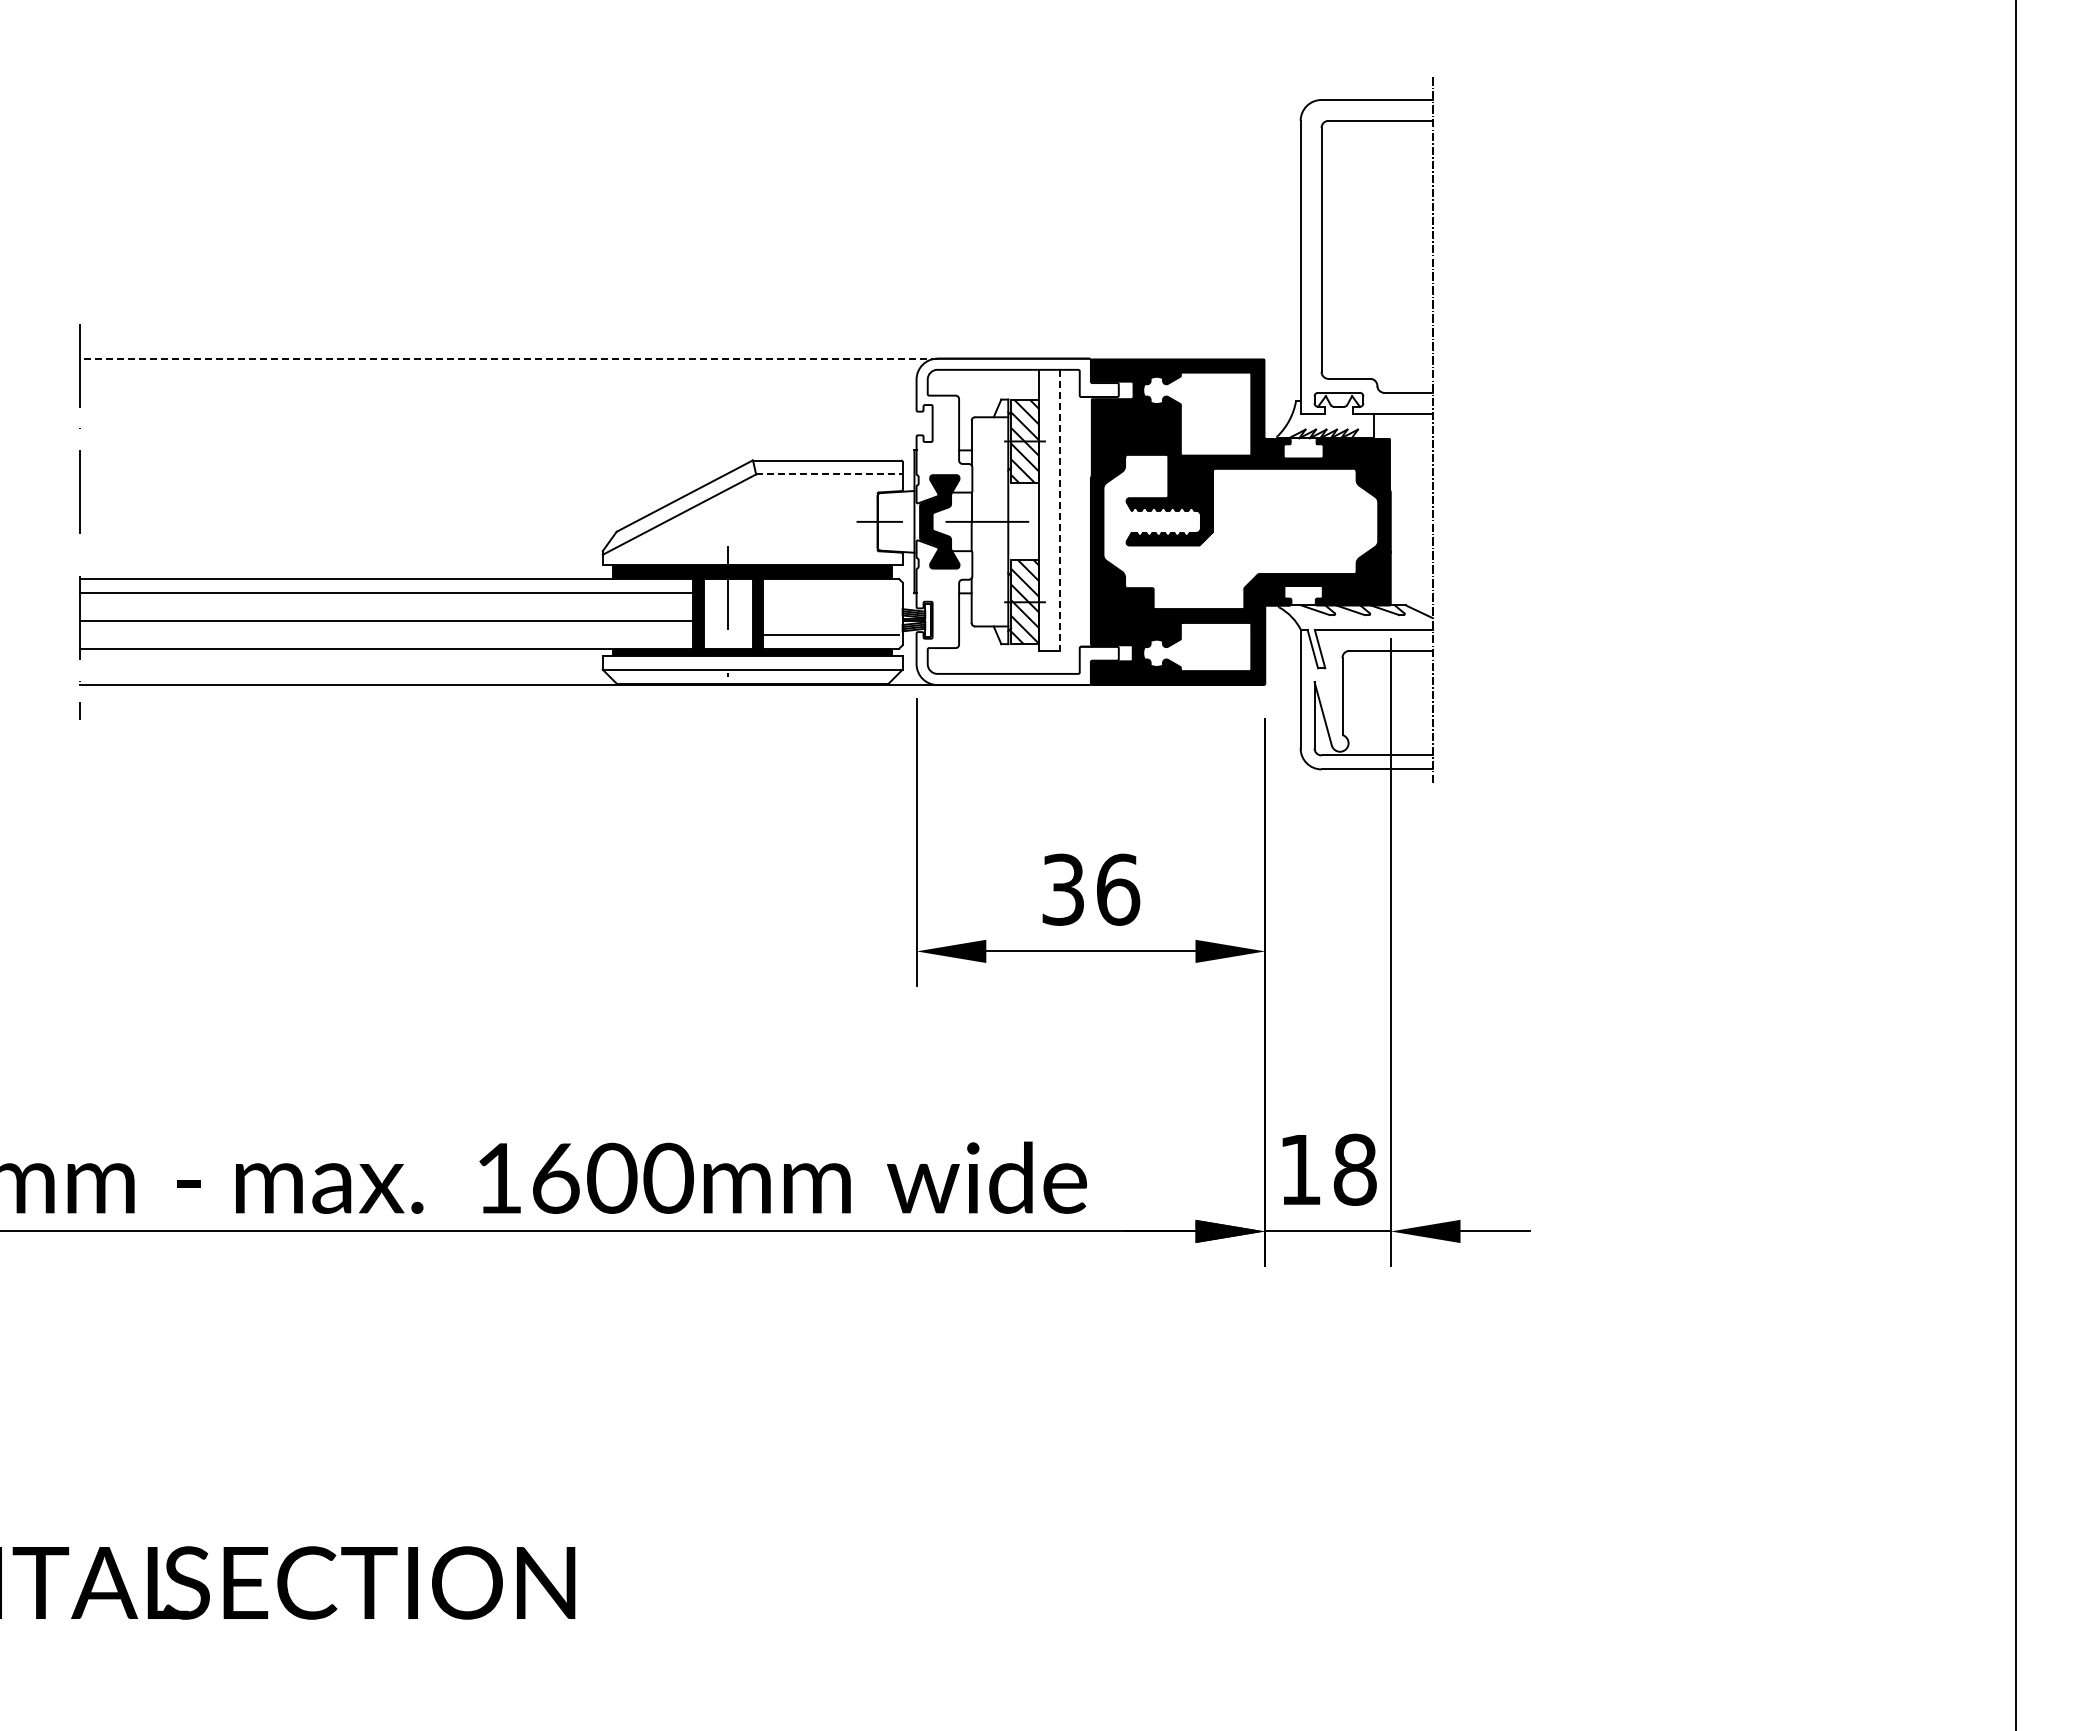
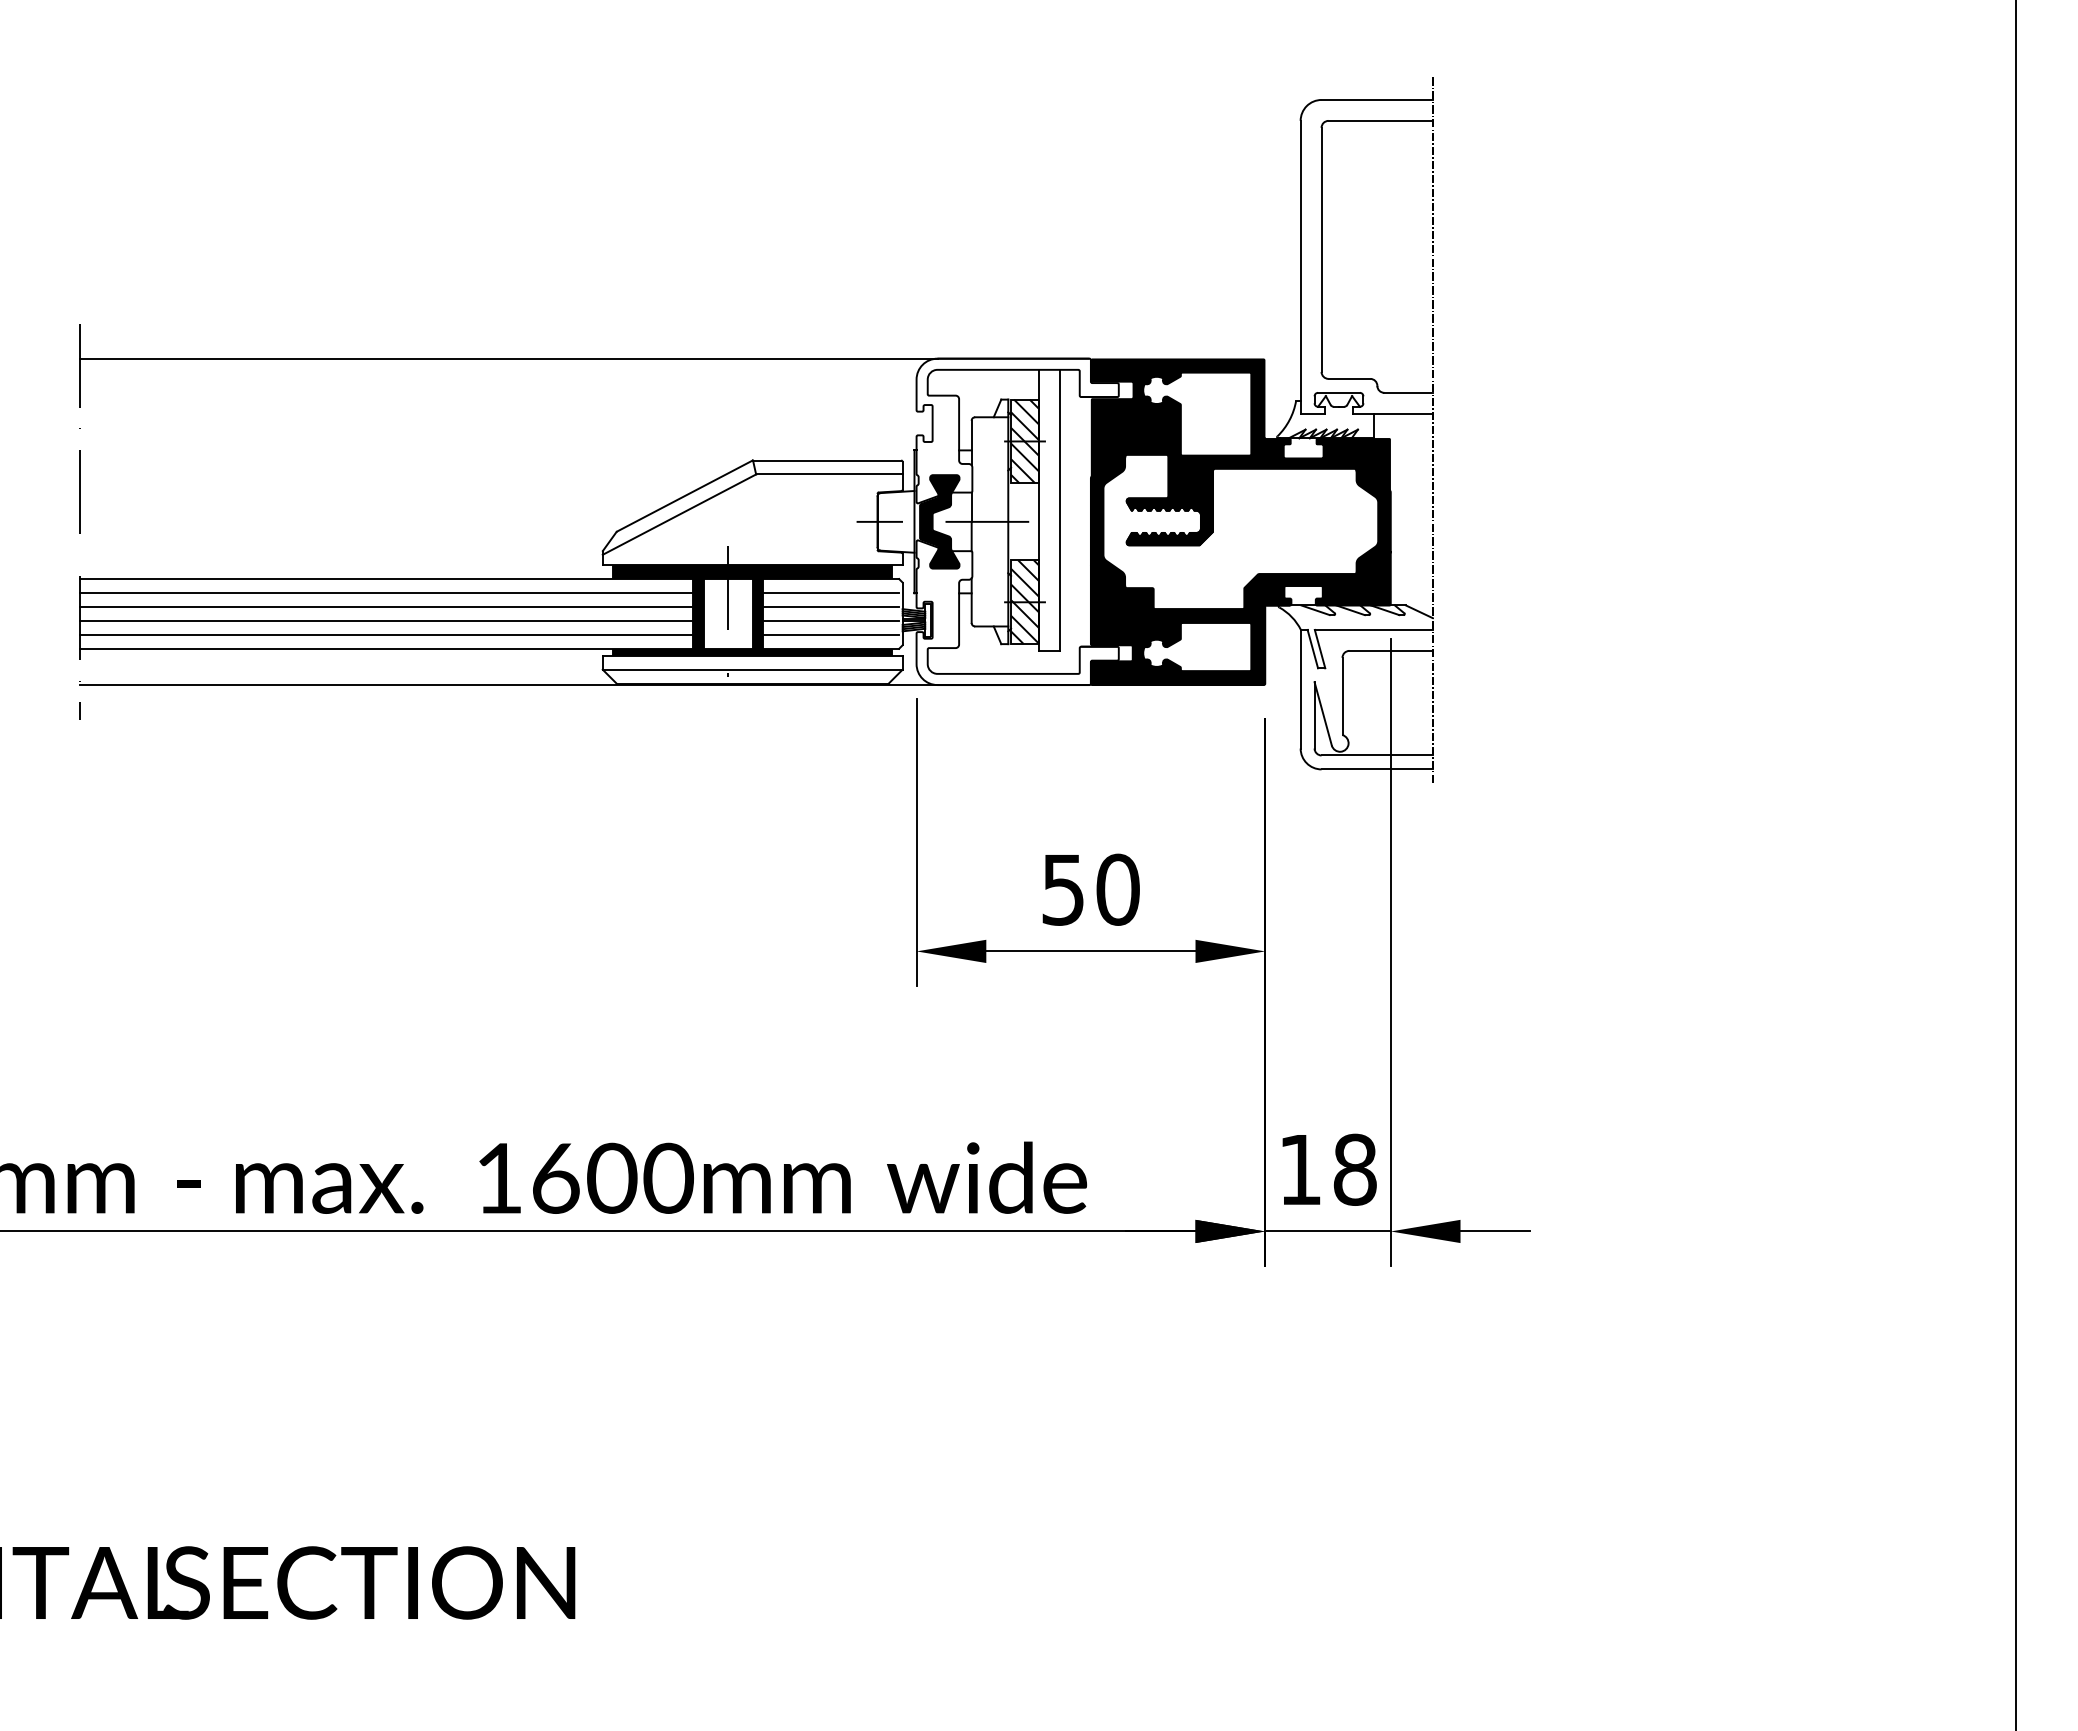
line at (508, 358): dashed -> solid
line at (829, 474): dashed -> solid
line at (1059, 510): dashed -> solid
line at (831, 593): none -> present
line at (386, 606): none -> present
line at (831, 606): none -> present
line at (831, 620): none -> present
line at (386, 634): none -> present
text at (1091, 889): 36 -> 50
